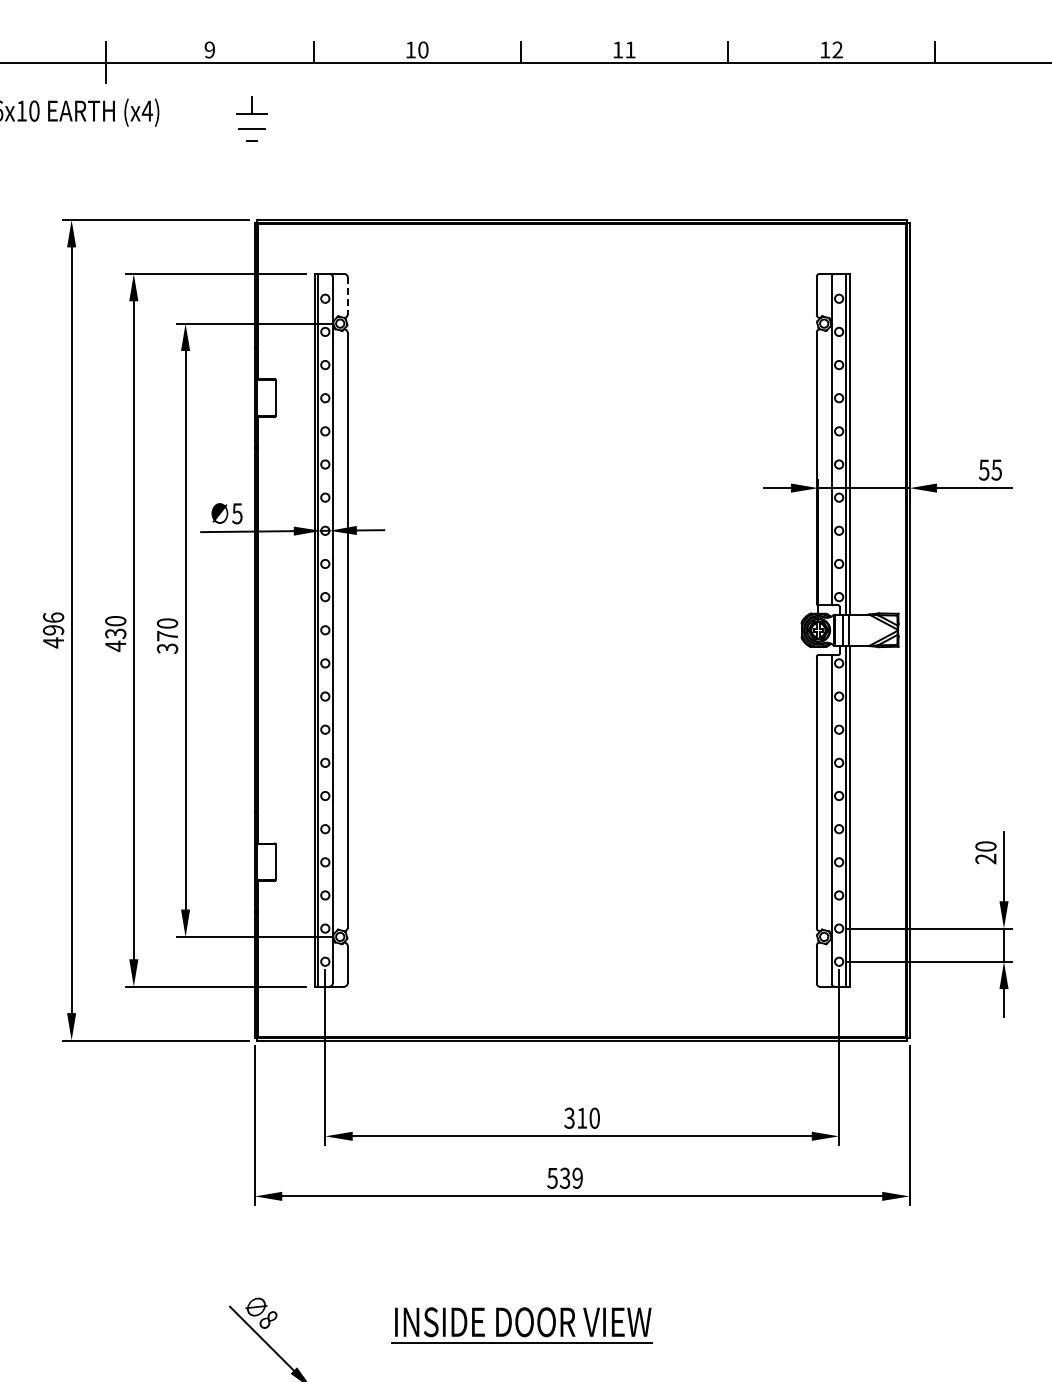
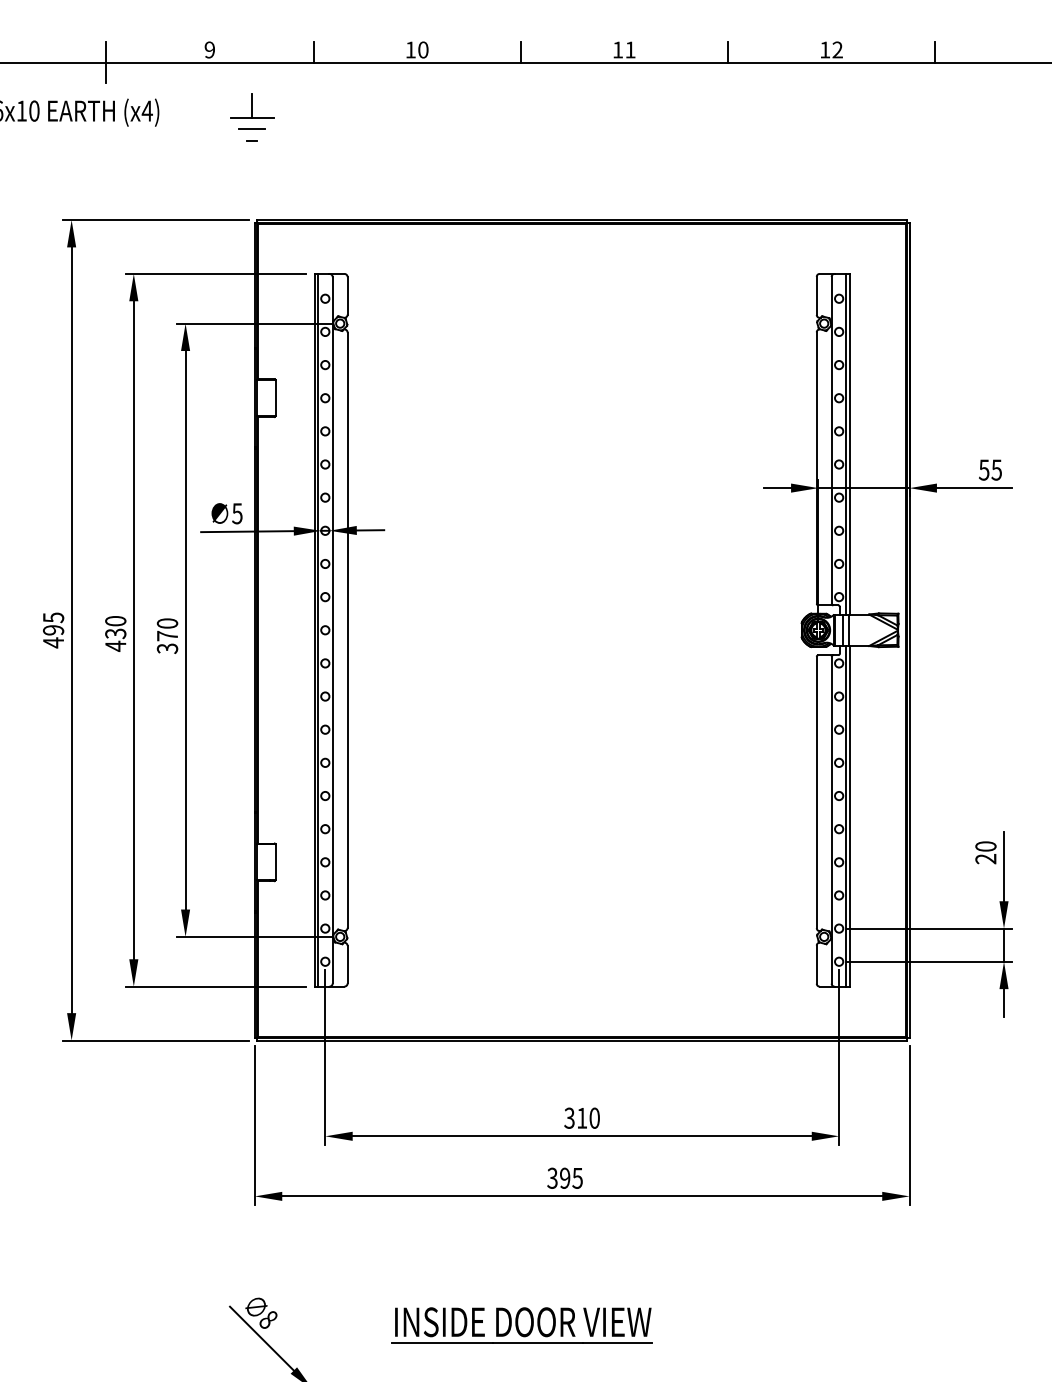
part at (251, 105) size: 32x19 px -> 45x26 px
line at (347, 295): dashed -> solid
text at (53, 617): 496 -> 495
text at (564, 1177): 539 -> 395
